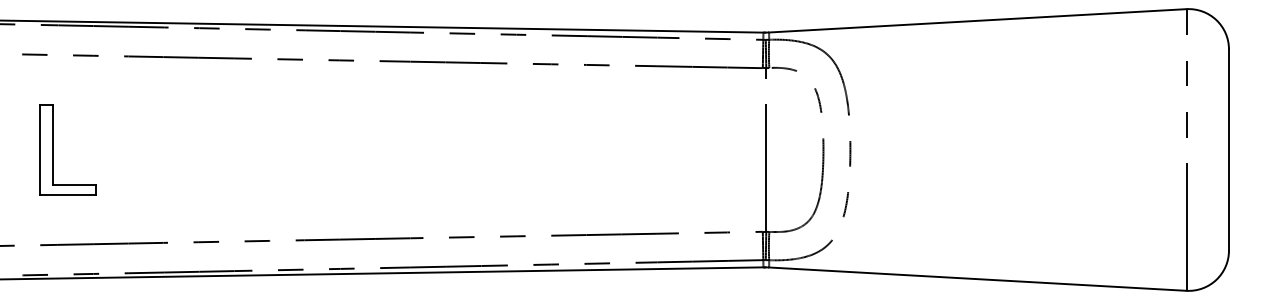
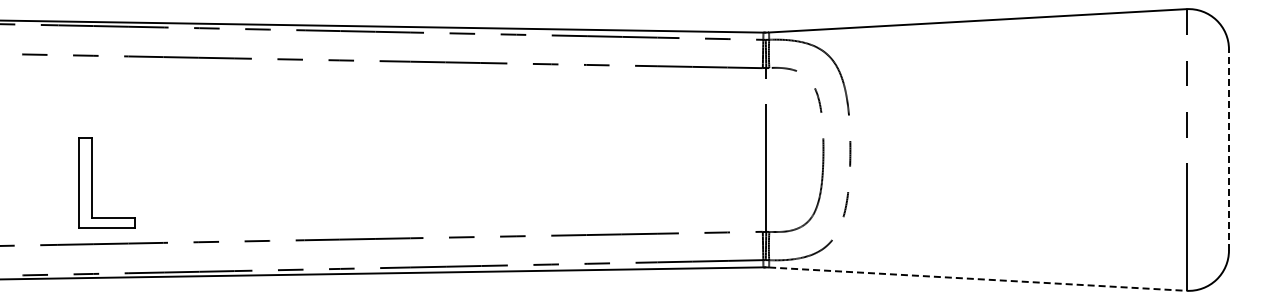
part at (53, 149) position: (53, 149) -> (92, 182)
line at (1228, 149): solid -> dashed
line at (978, 279): solid -> dashed
